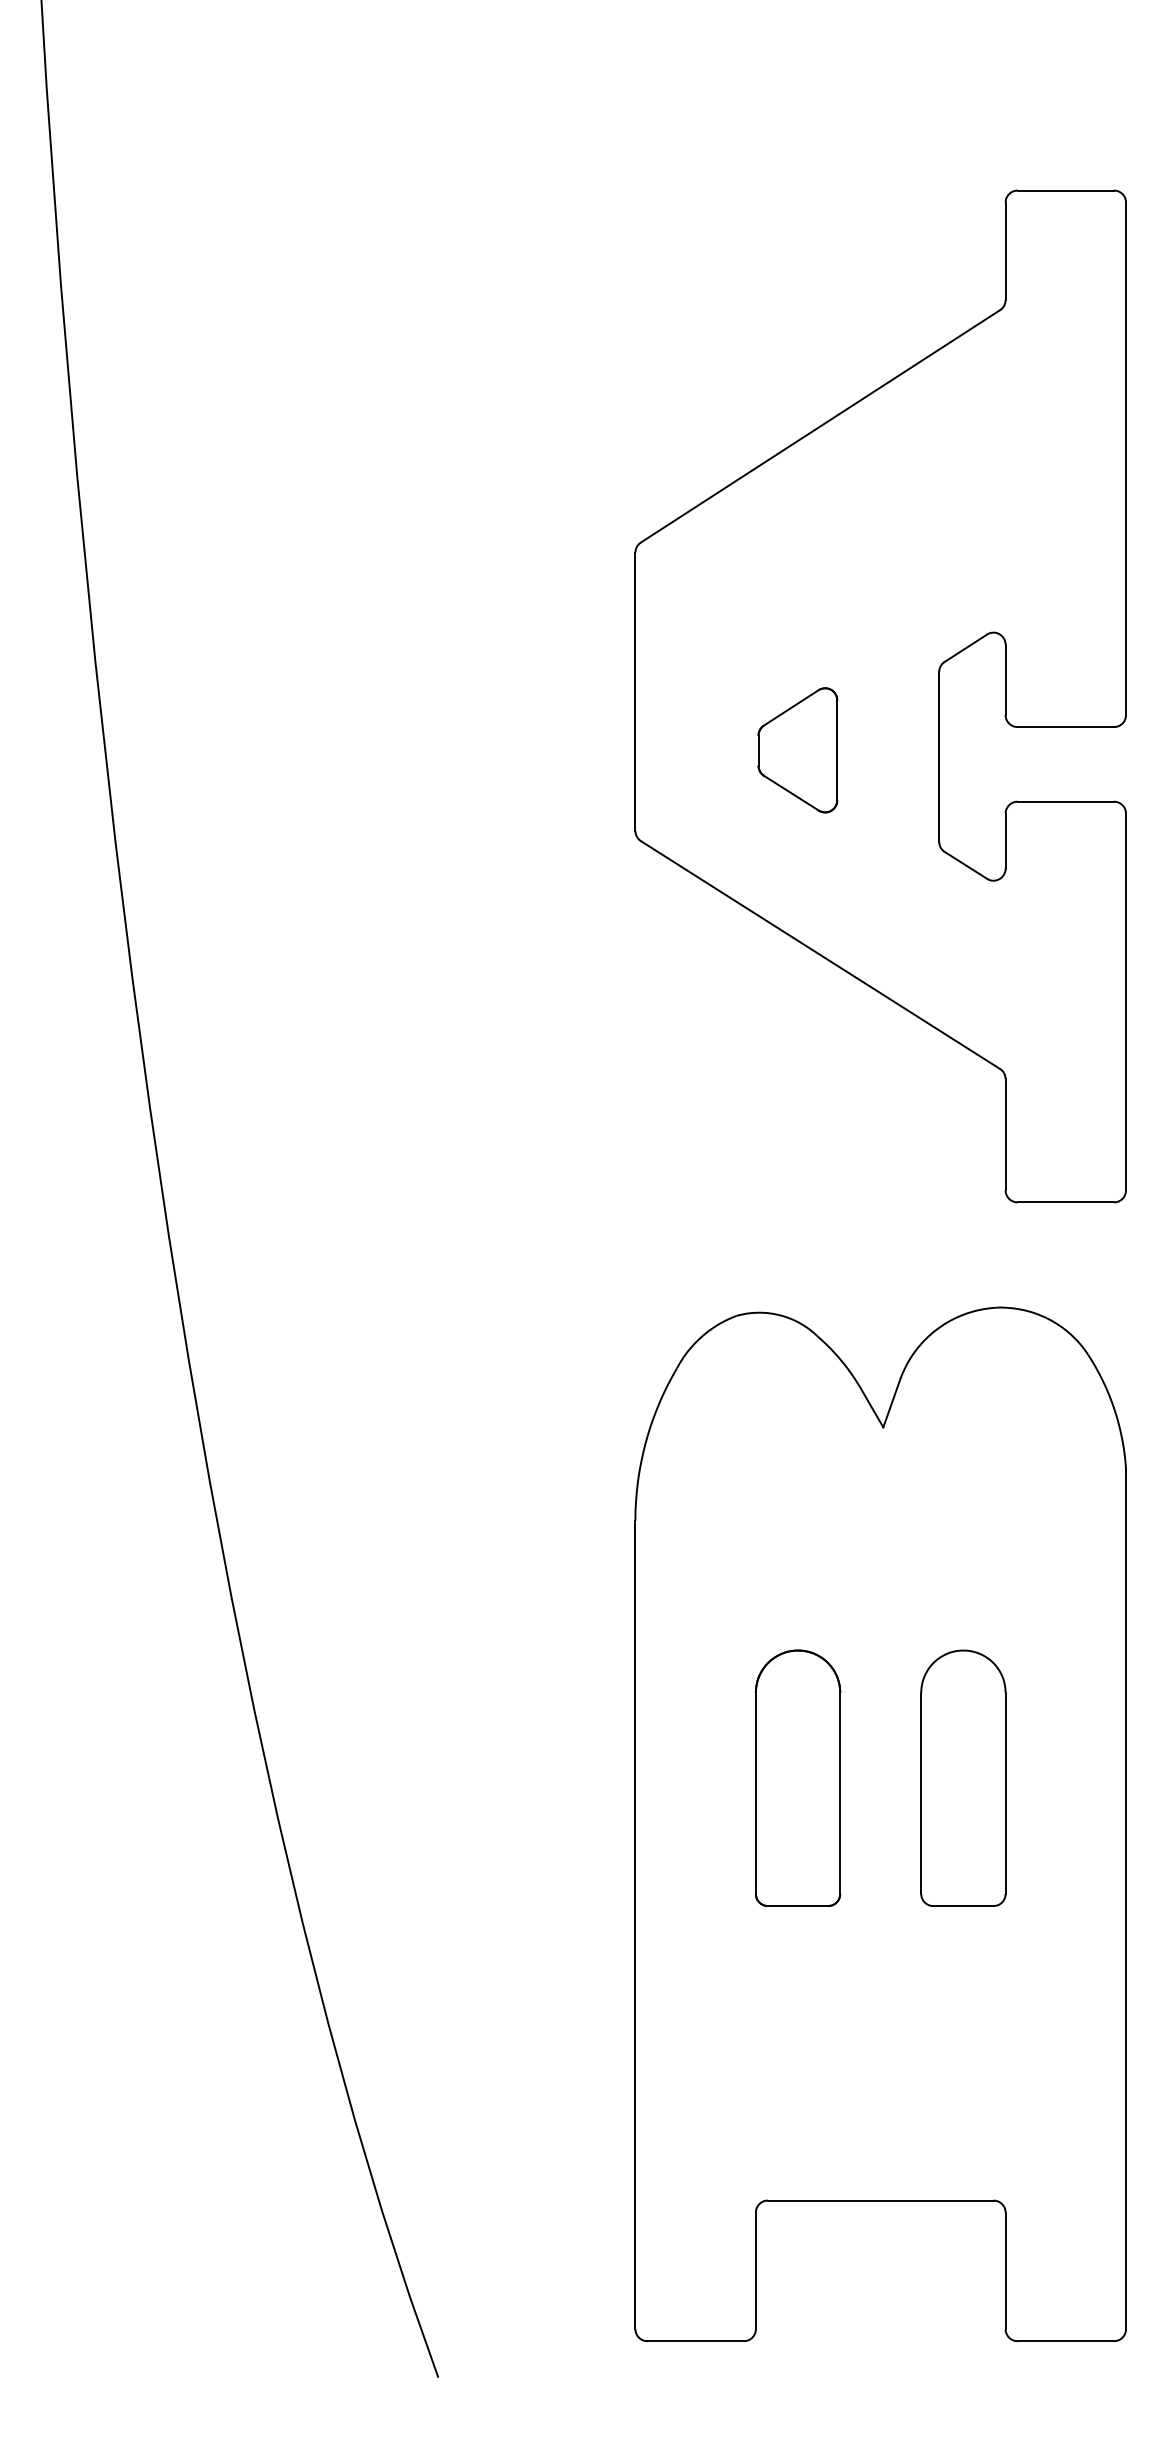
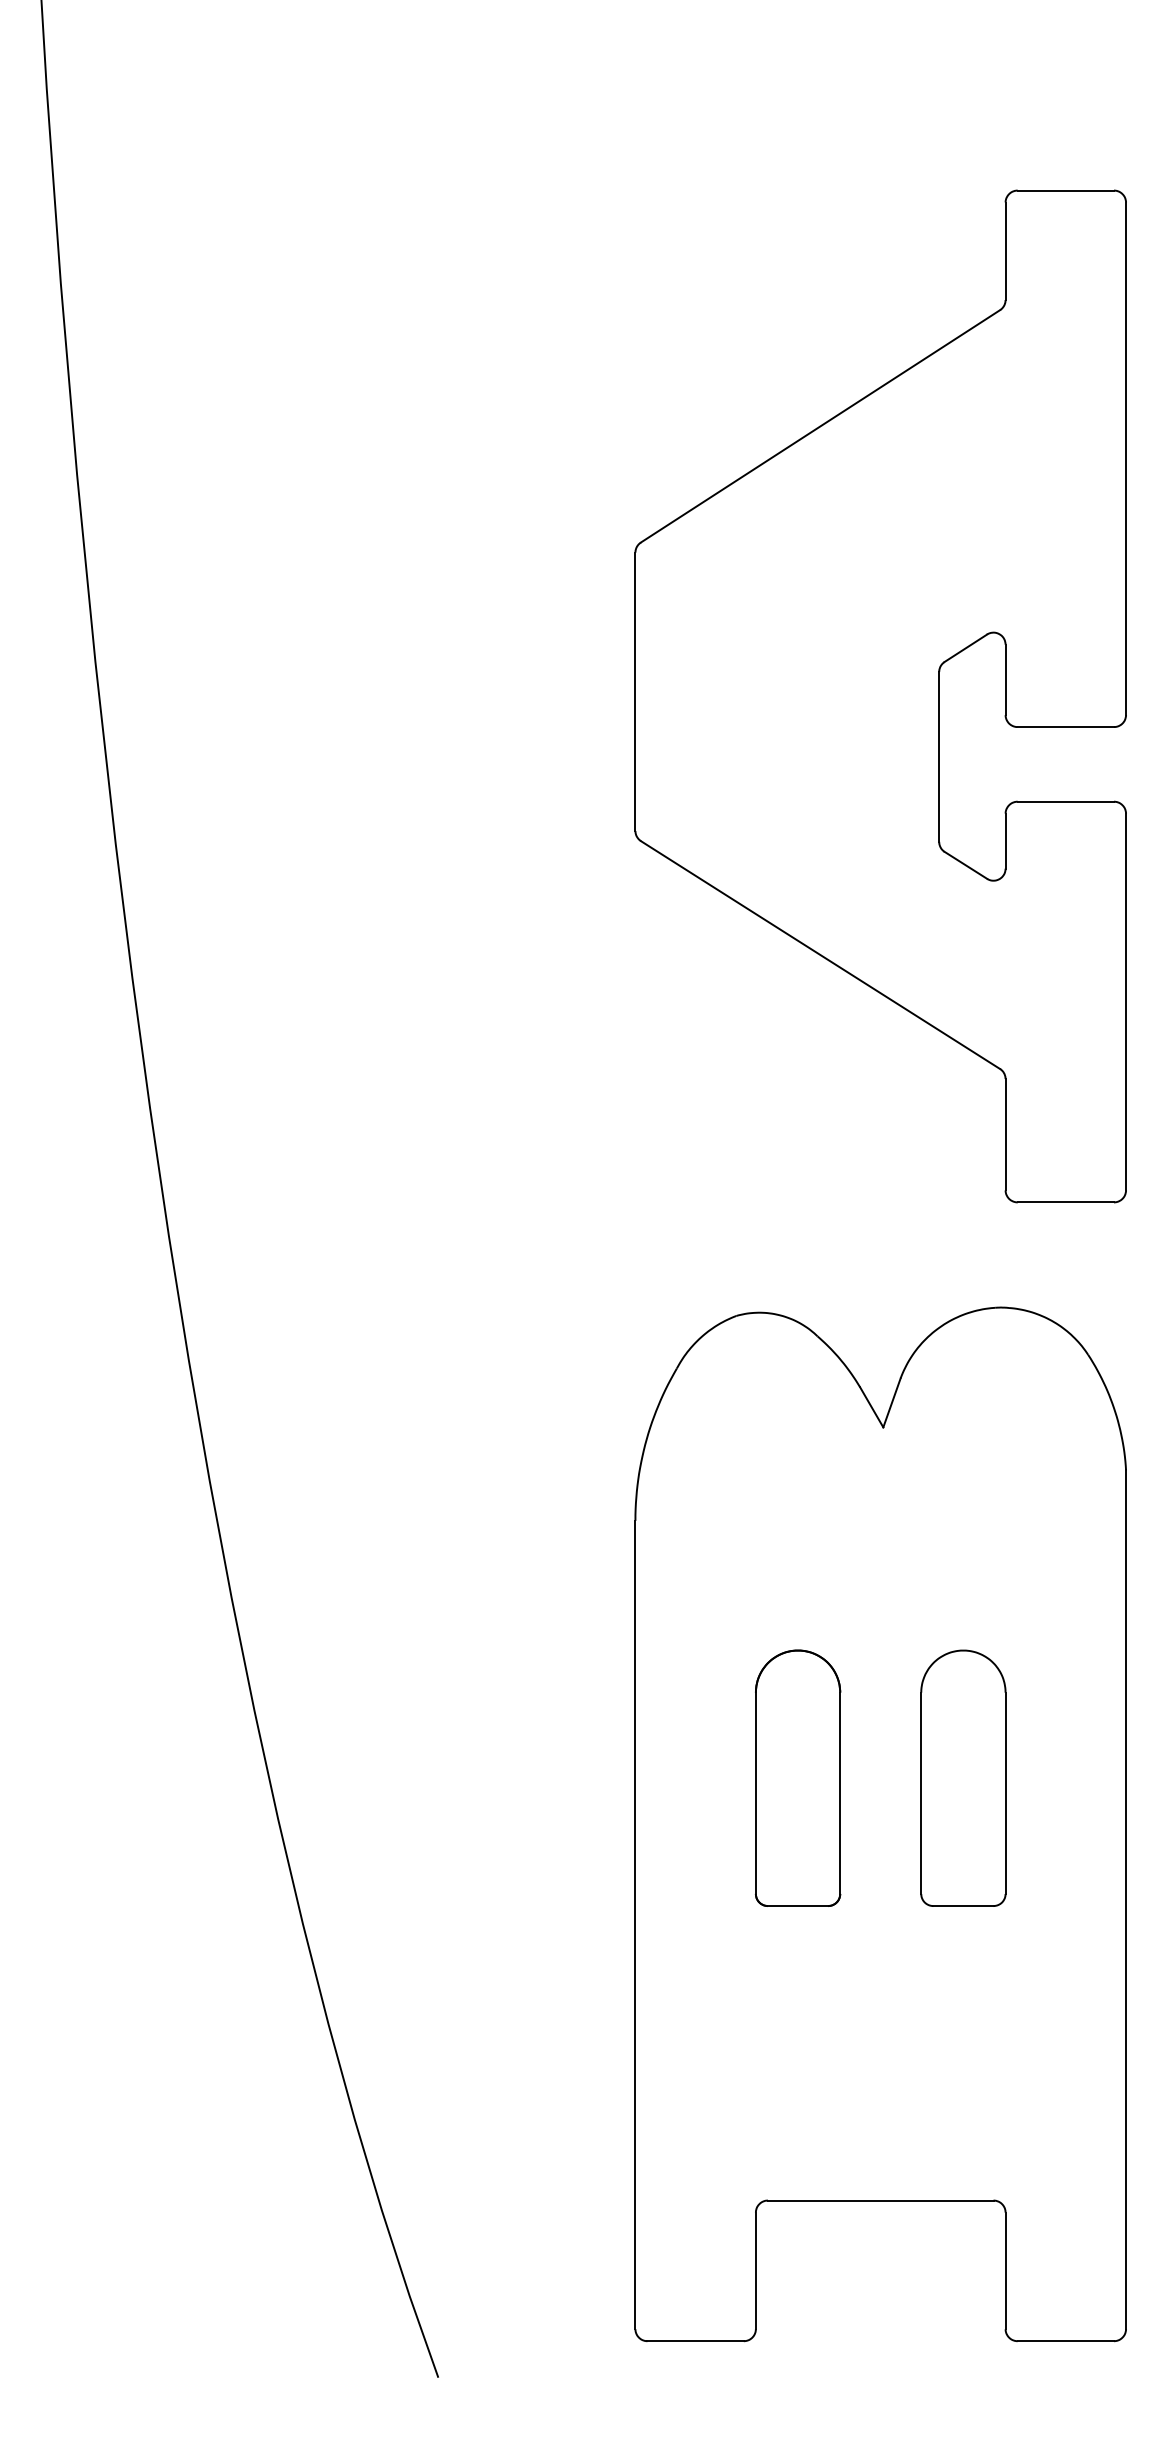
part at (797, 750): present -> none
